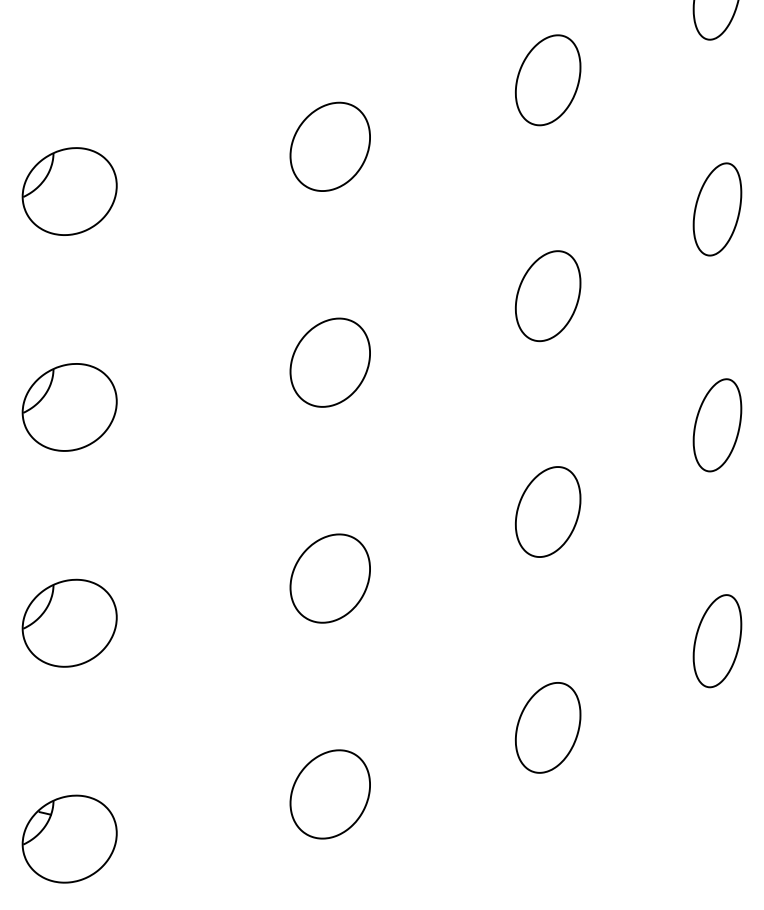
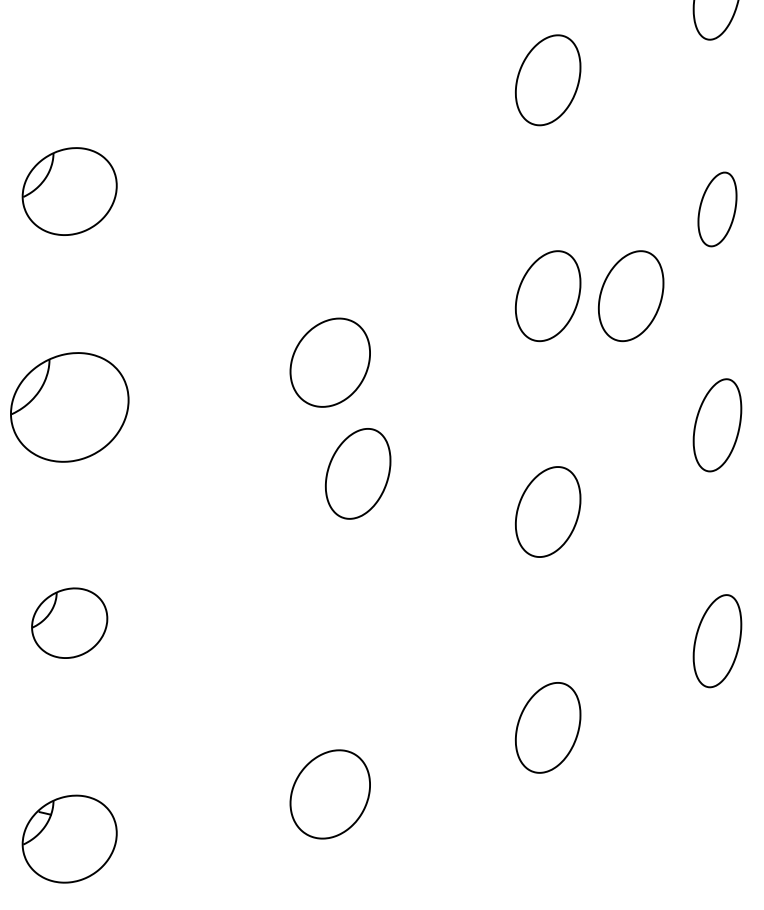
part at (329, 146): present -> none
part at (717, 209) size: 51x95 px -> 41x77 px
part at (631, 296): none -> present
part at (69, 407) size: 97x89 px -> 120x111 px
part at (358, 473): none -> present
part at (329, 578): present -> none
part at (69, 622) size: 97x90 px -> 78x72 px
